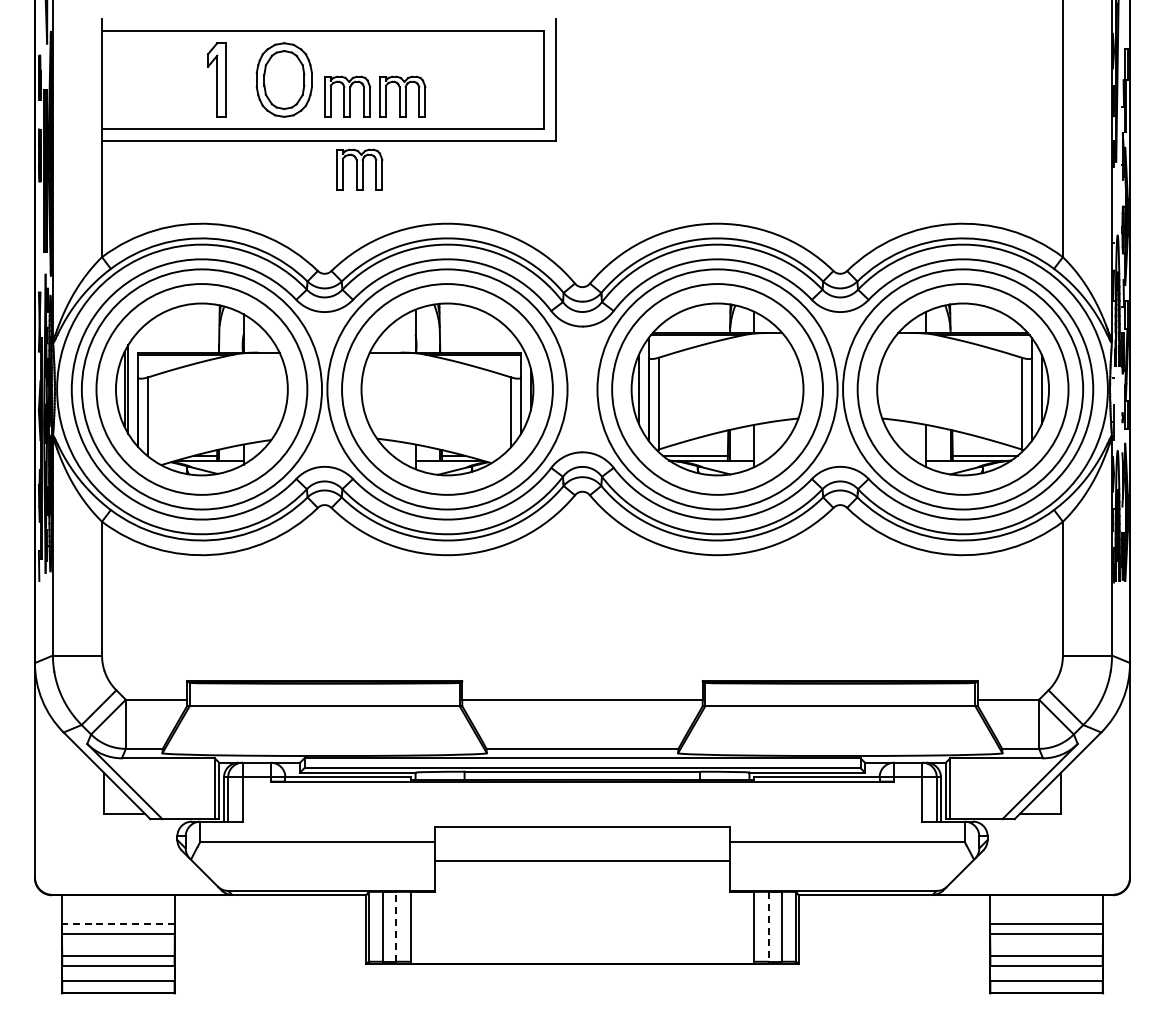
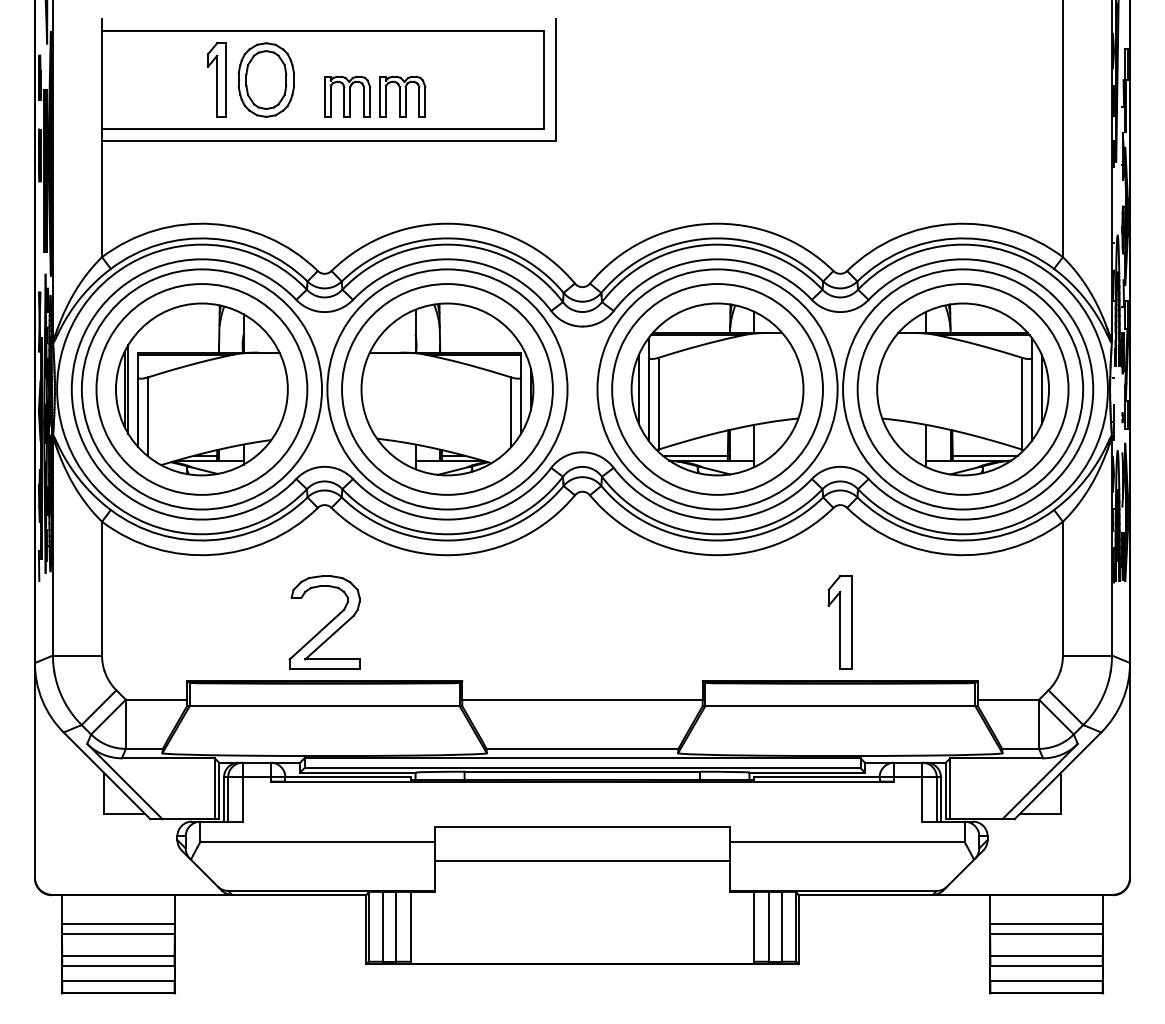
part at (283, 79) position: (283, 79) -> (265, 79)
part at (359, 169): present -> none
part at (324, 622): none -> present
part at (839, 622): none -> present
line at (117, 923): dashed -> solid
line at (395, 926): dashed -> solid
line at (769, 926): dashed -> solid
